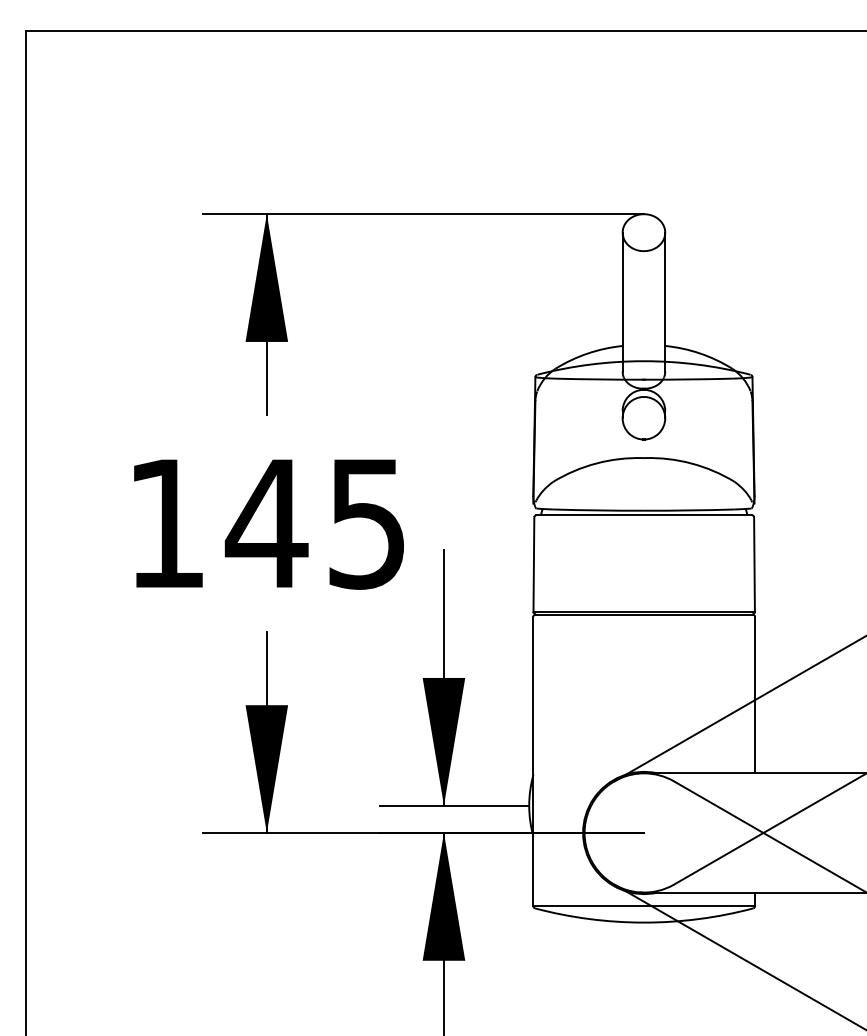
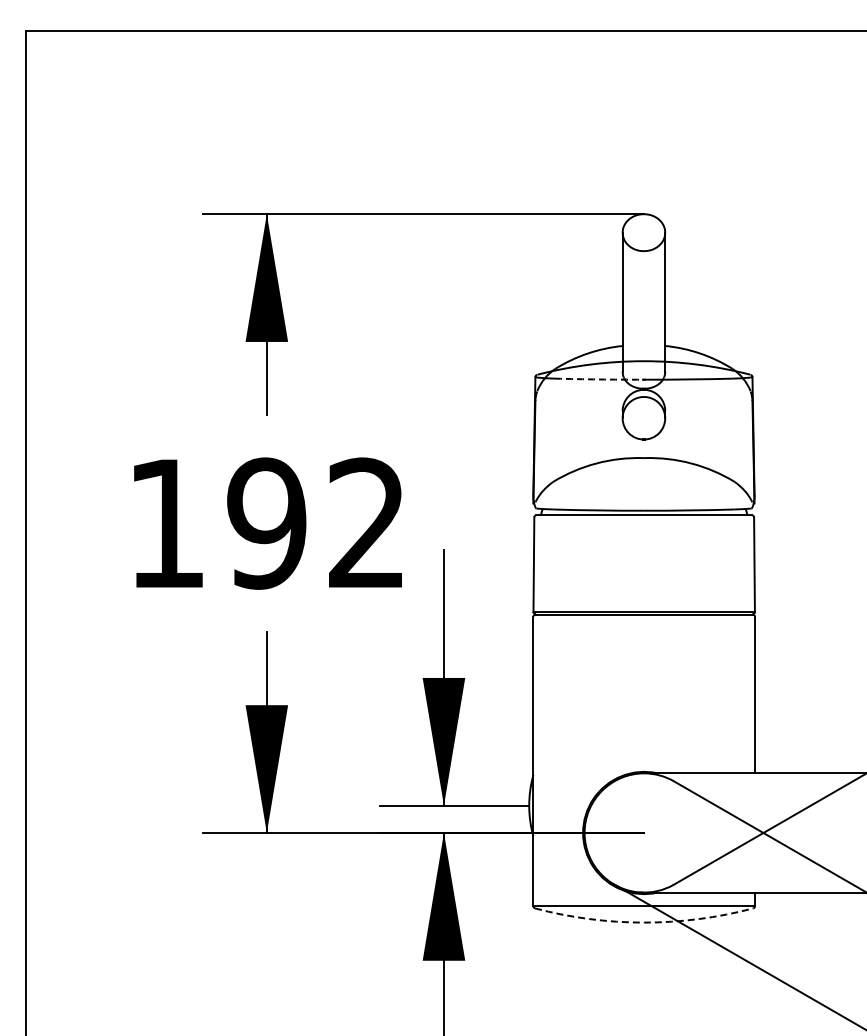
arc at (599, 379): solid -> dashed
text at (313, 523): 145 -> 192
line at (738, 709): present -> none
arc at (644, 922): solid -> dashed
